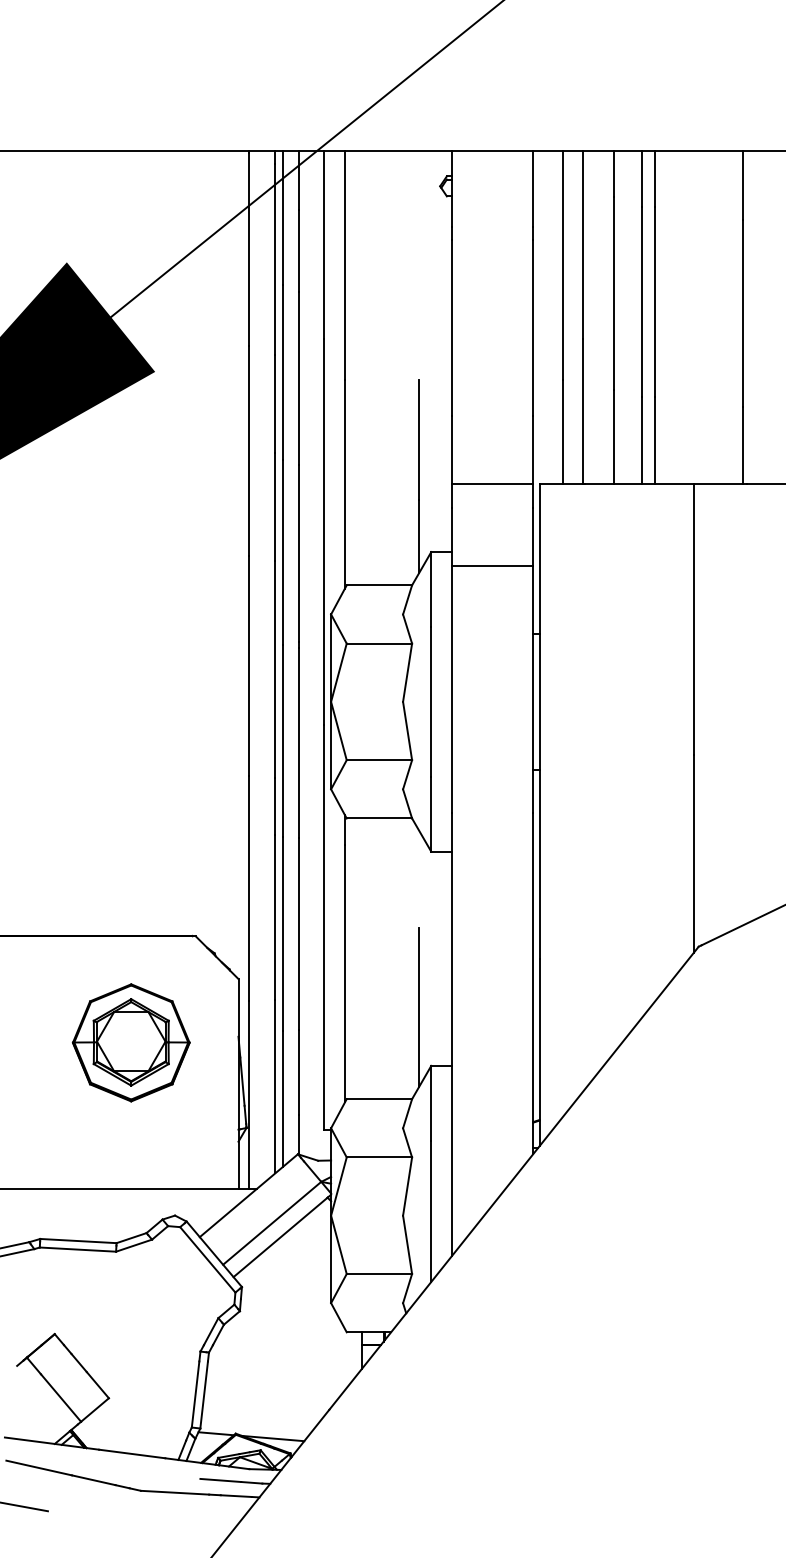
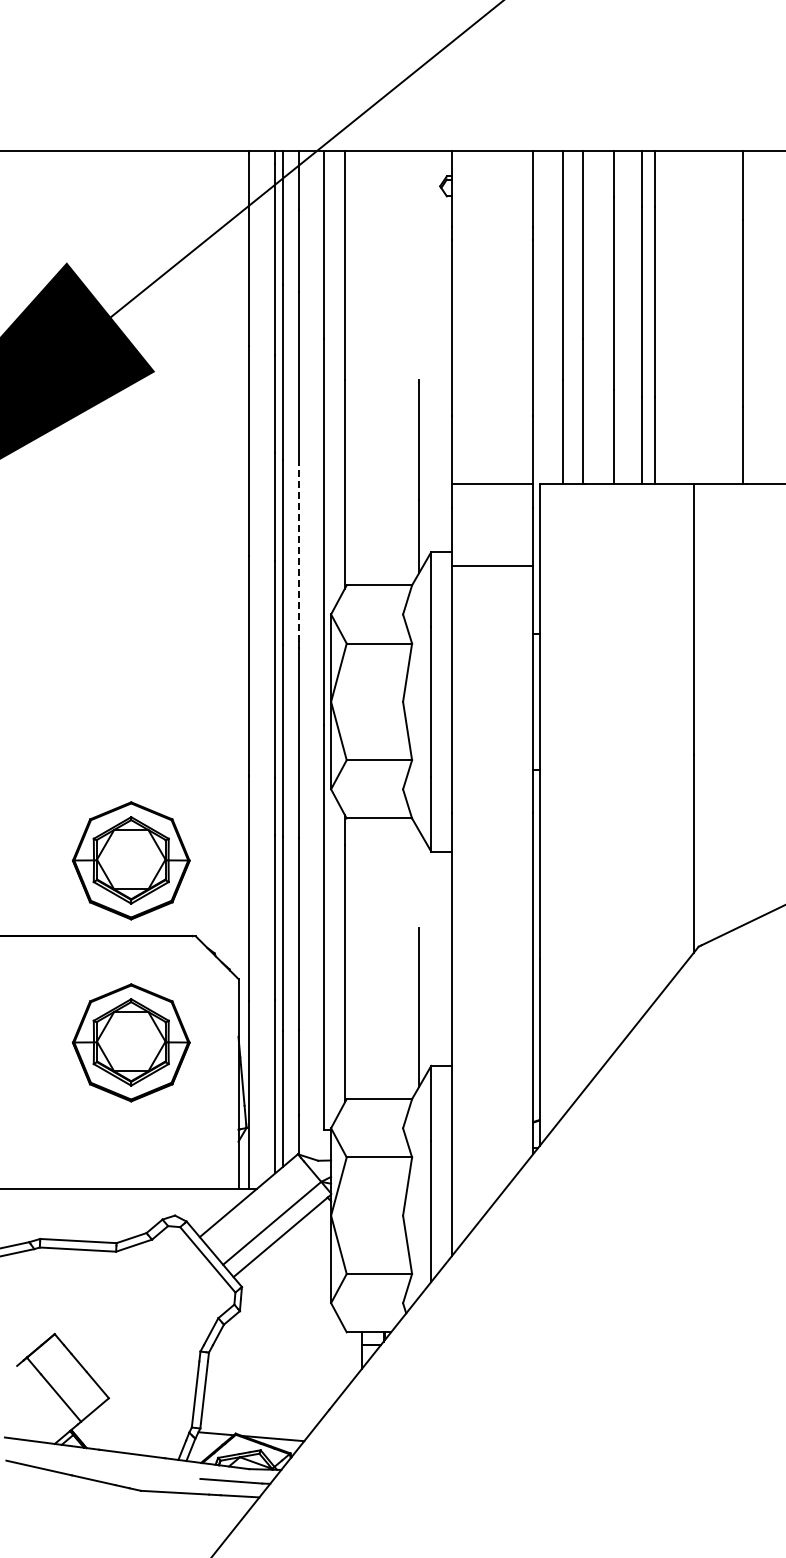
line at (299, 553): solid -> dashed
part at (130, 860): none -> present
line at (24, 1506): present -> none
